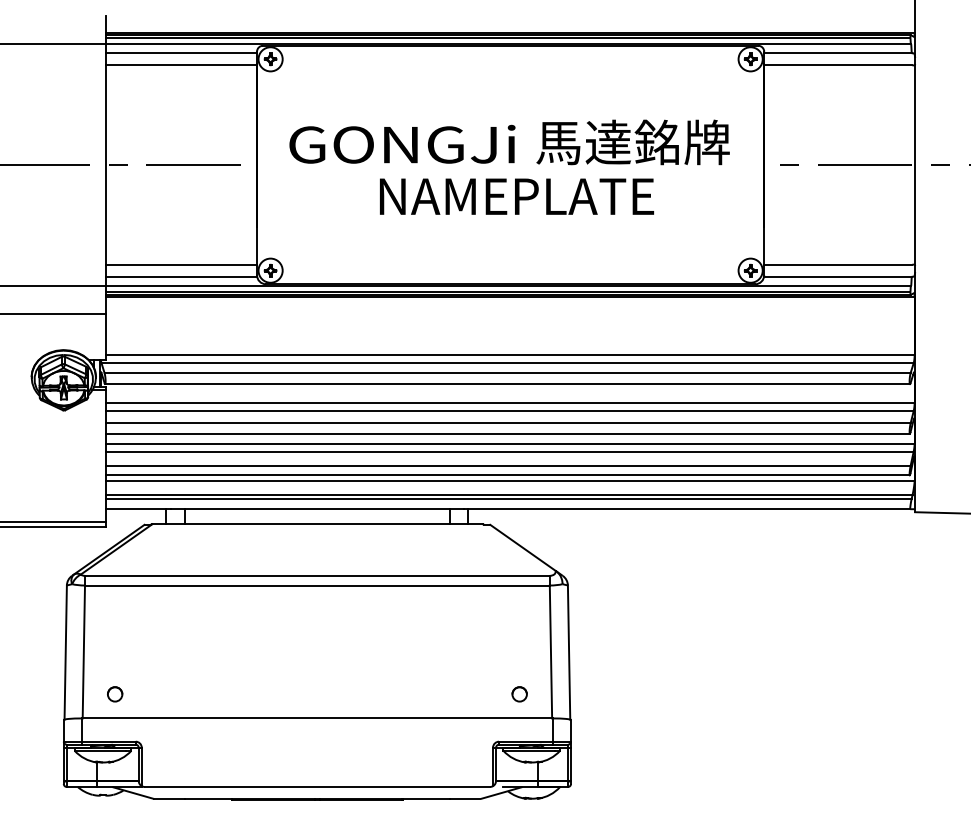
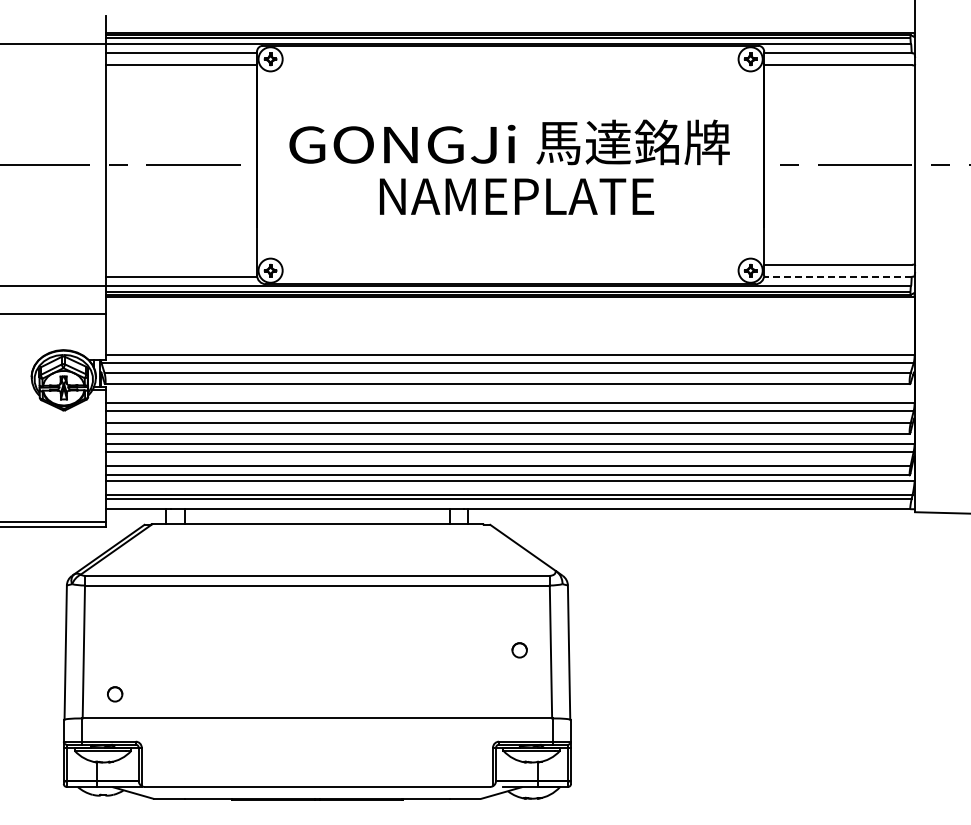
line at (181, 264): present -> none
line at (837, 276): solid -> dashed
circle at (519, 694) position: (519, 694) -> (519, 650)
